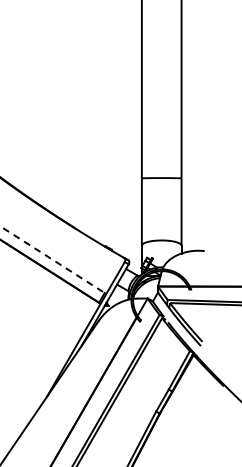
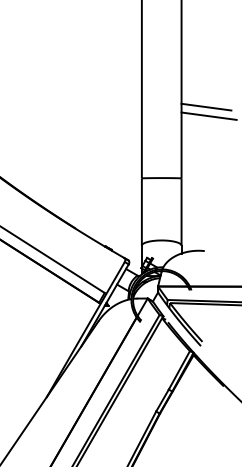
line at (206, 106): none -> present
line at (208, 115): none -> present
line at (52, 259): dashed -> solid
